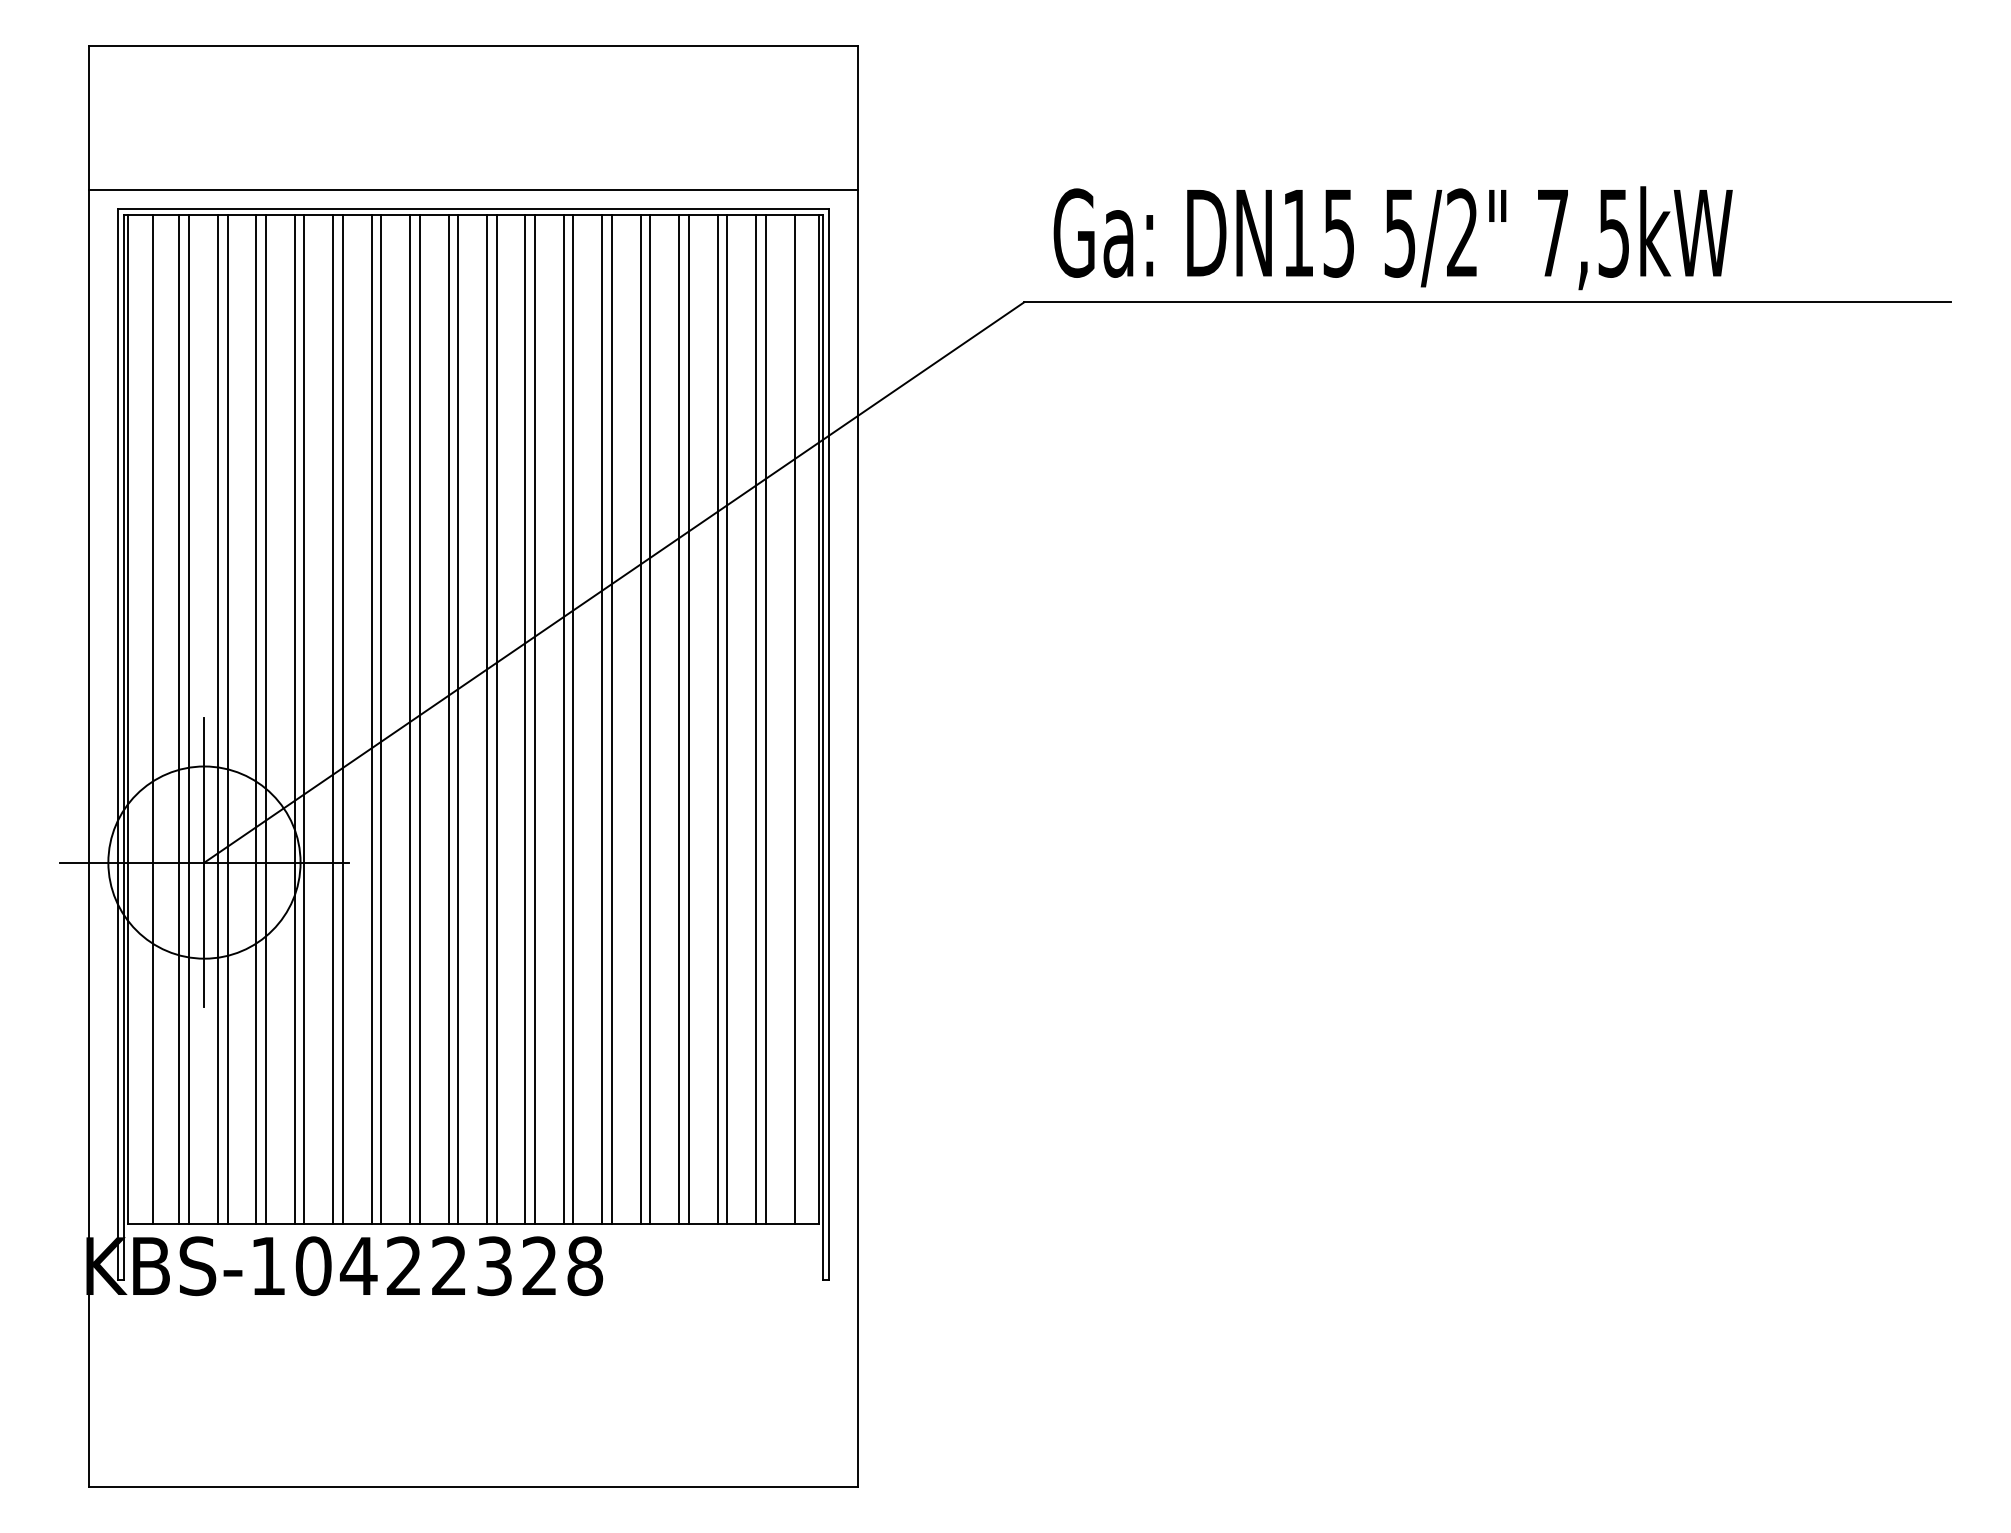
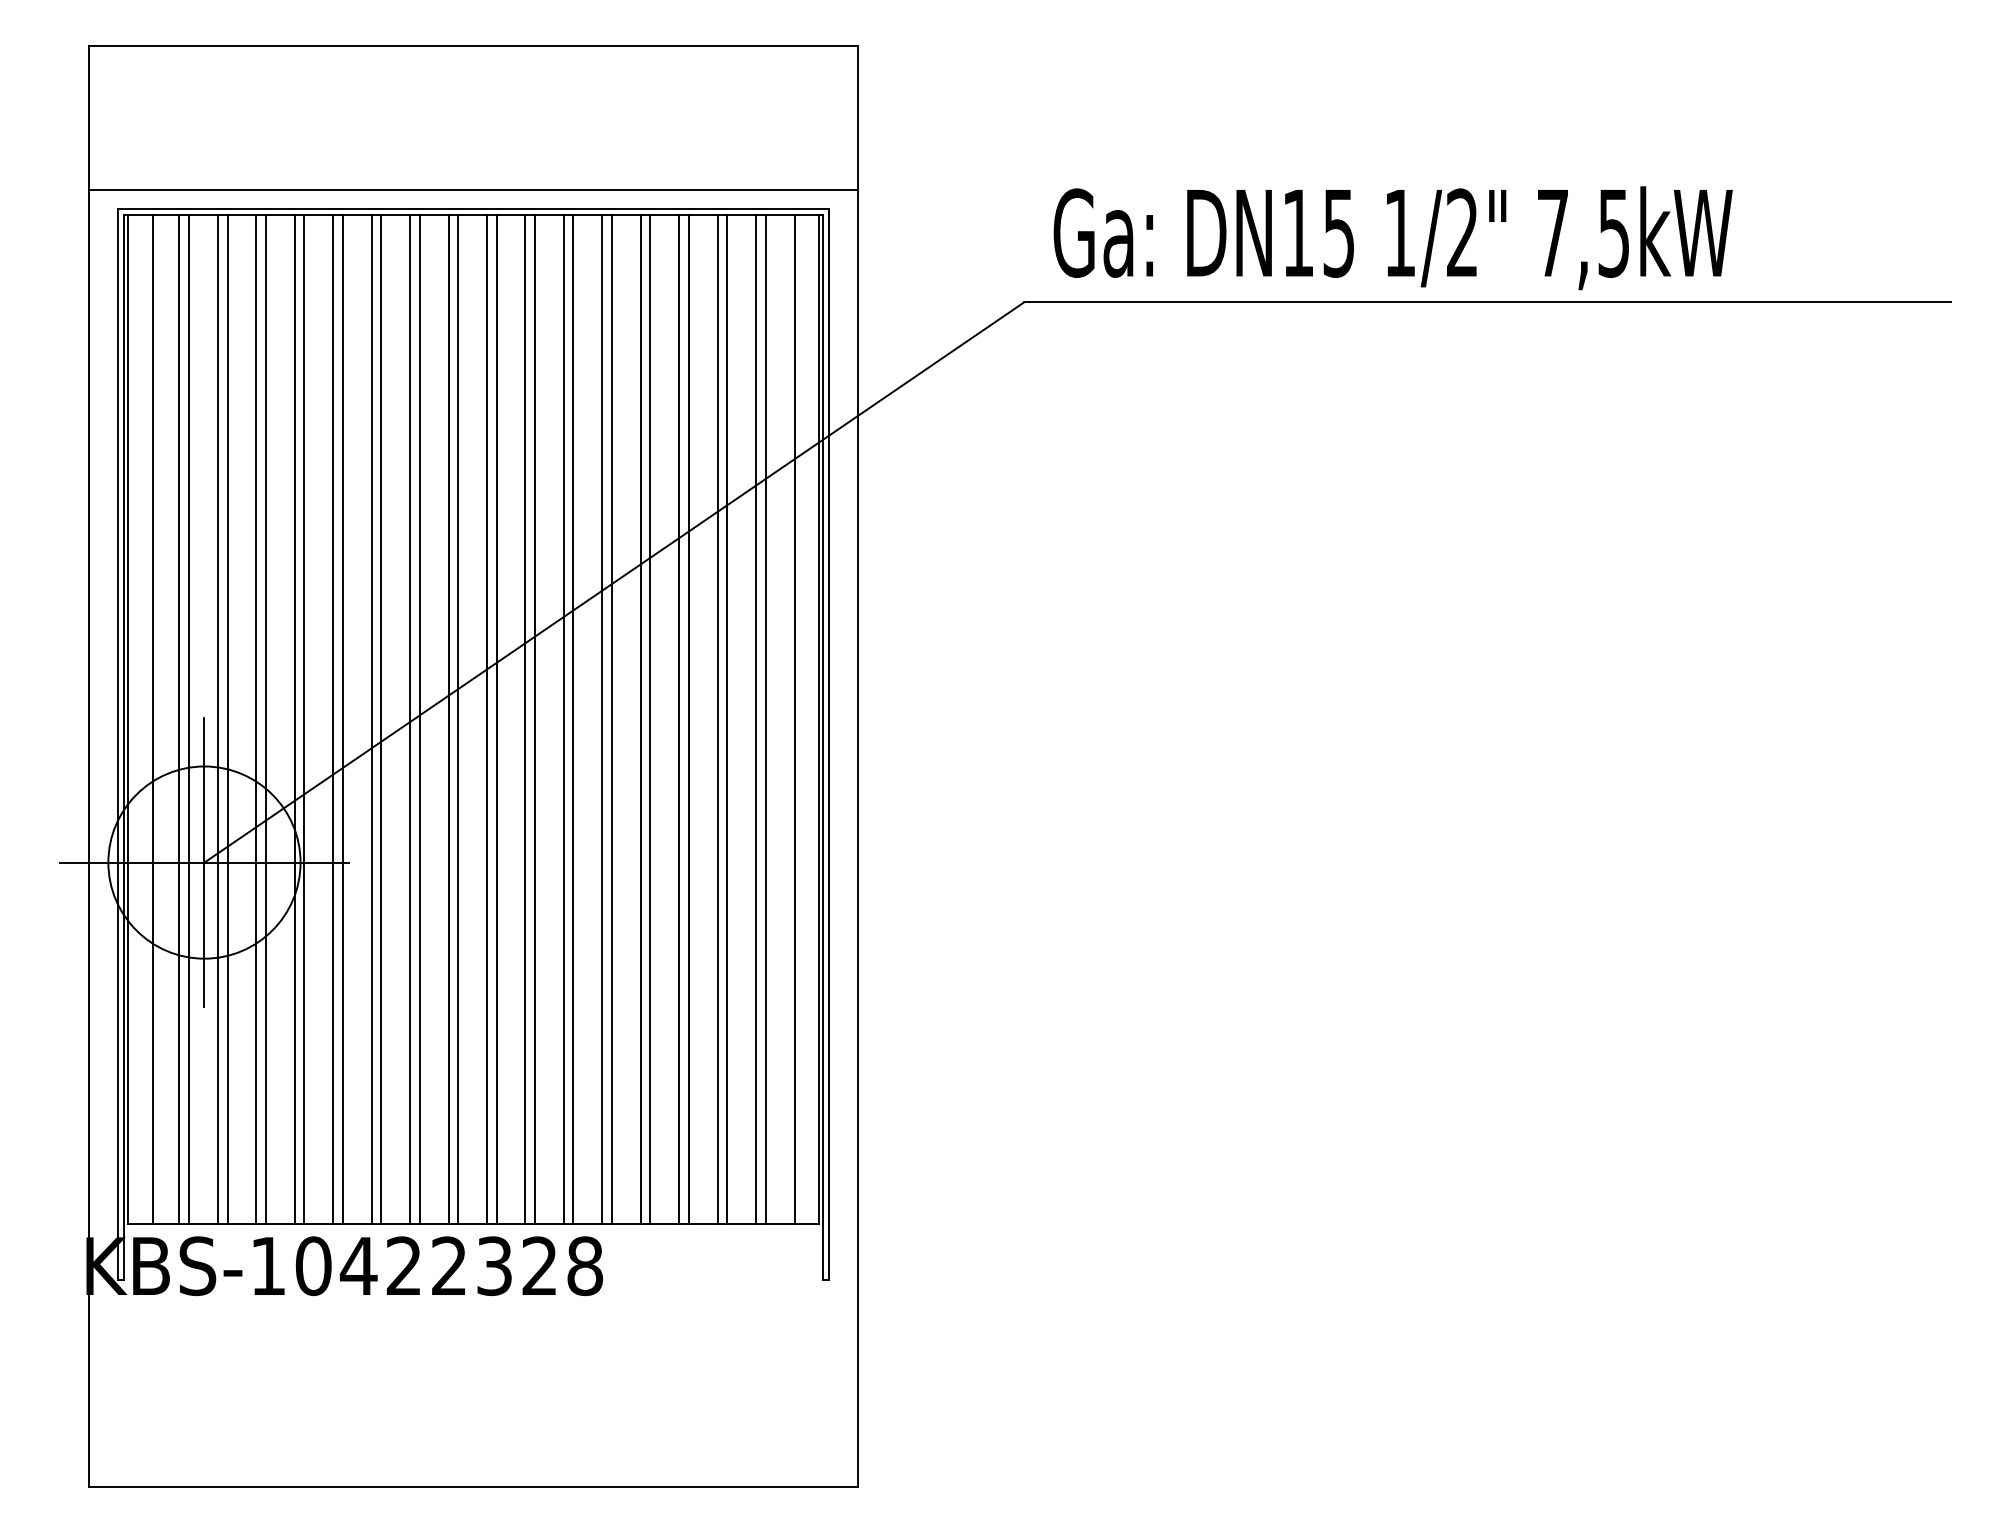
text at (1399, 233): 5/2" -> 1/2"
